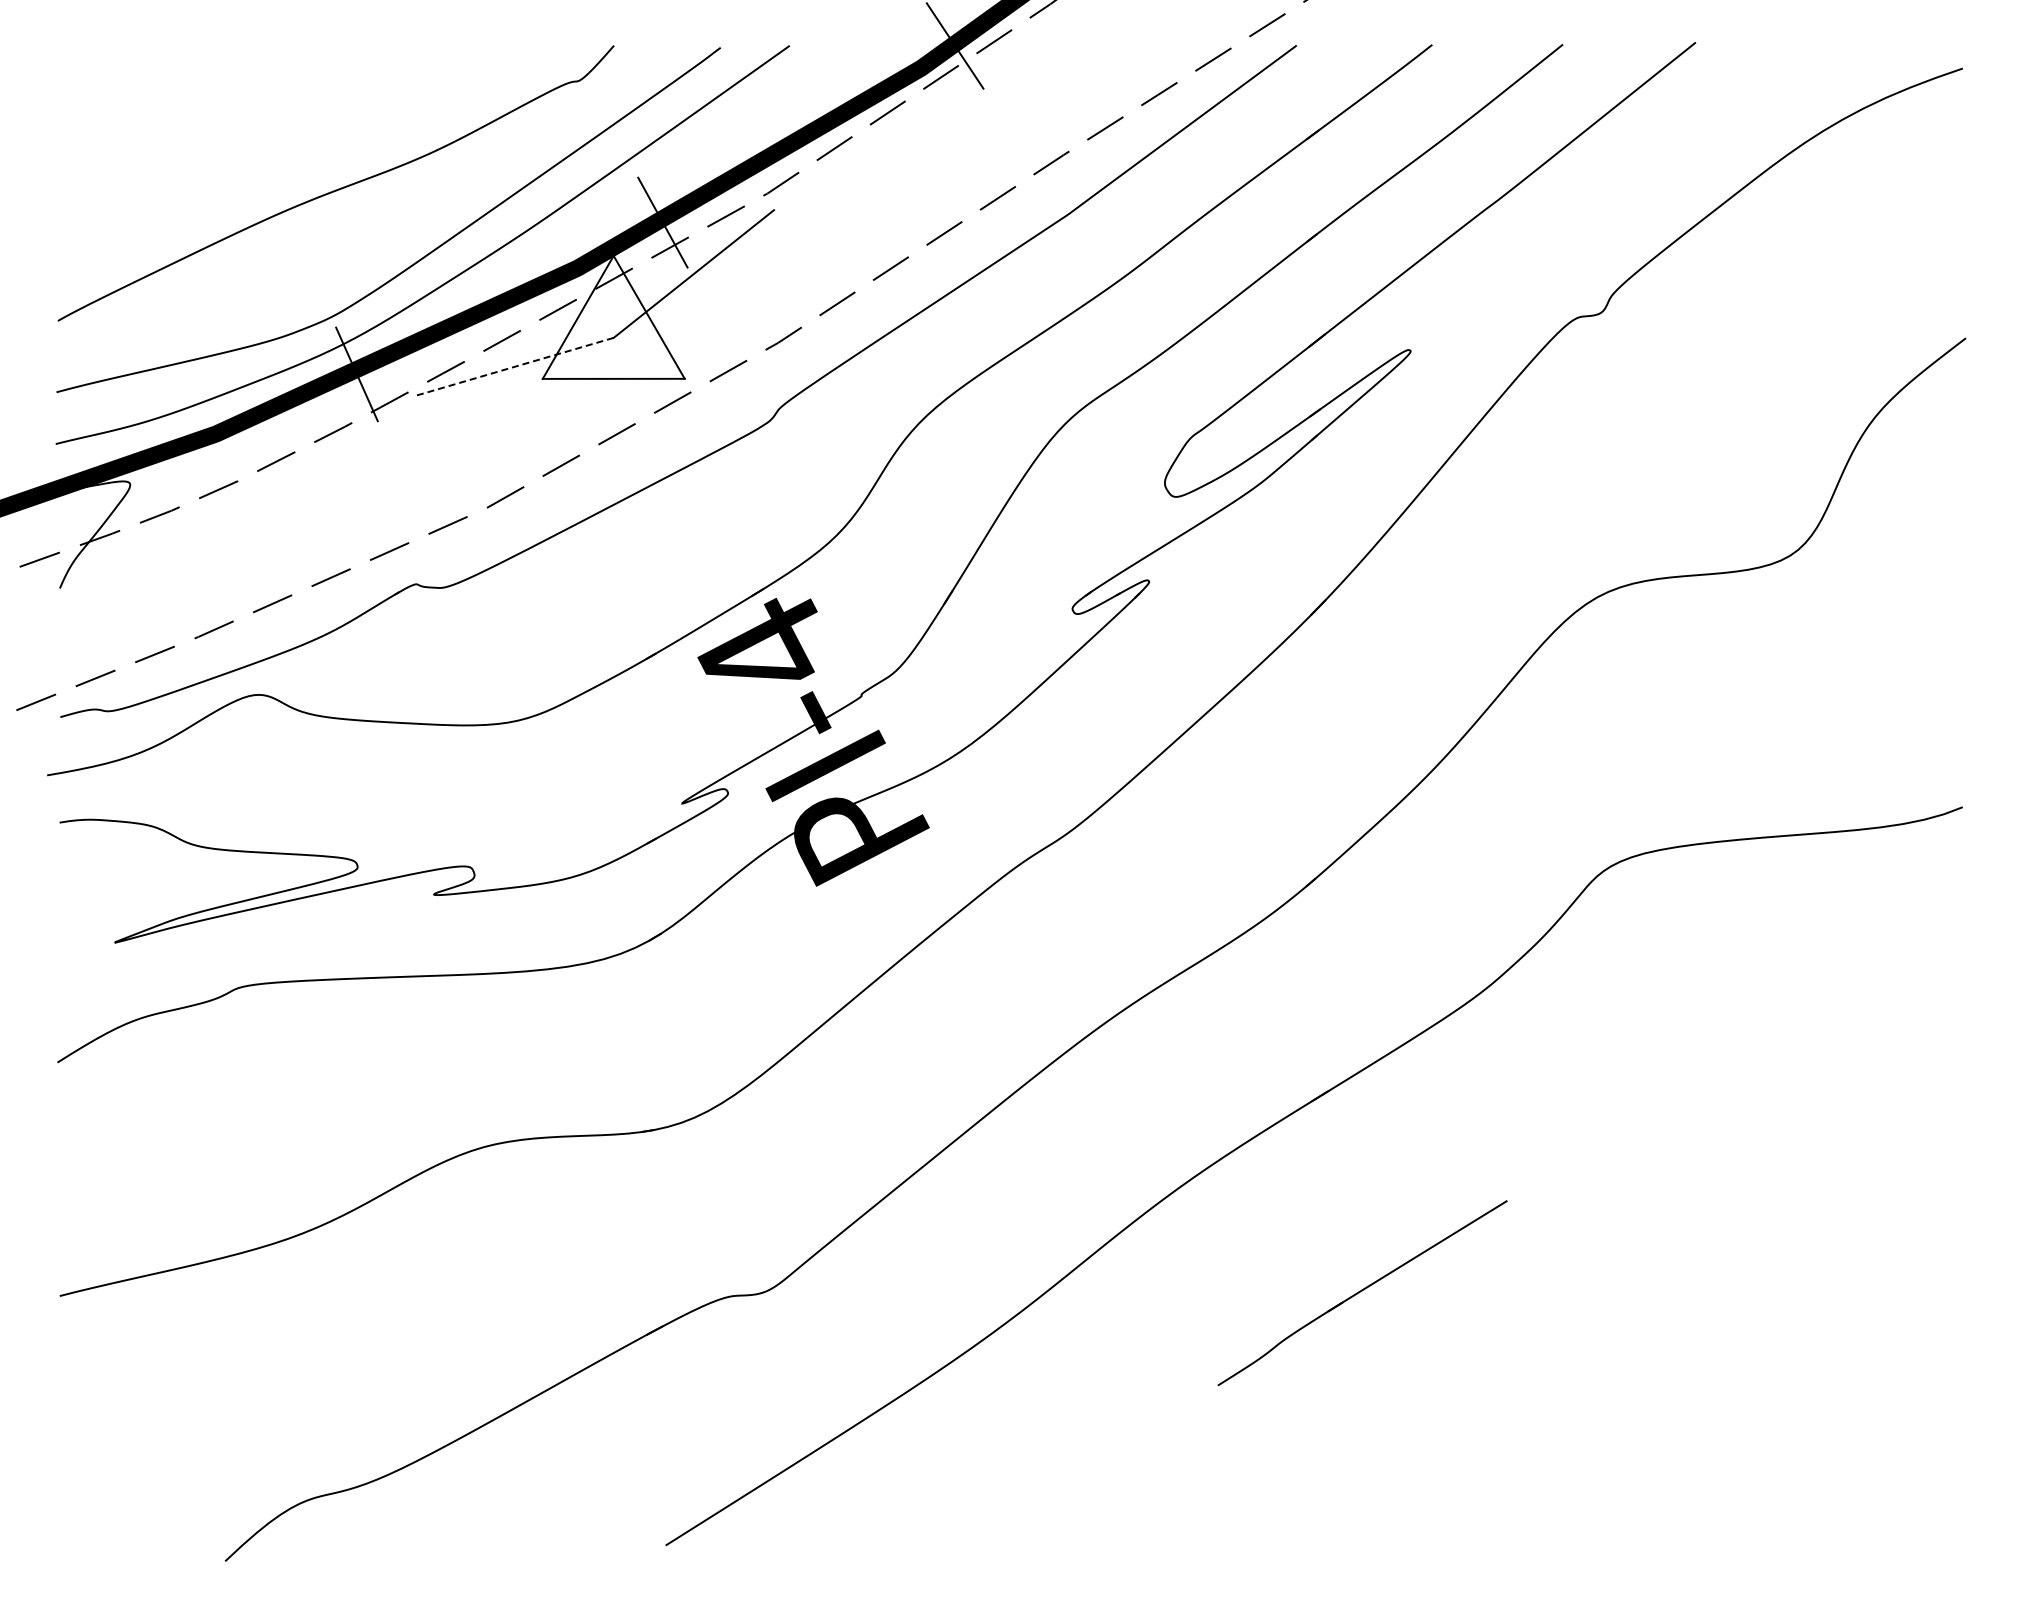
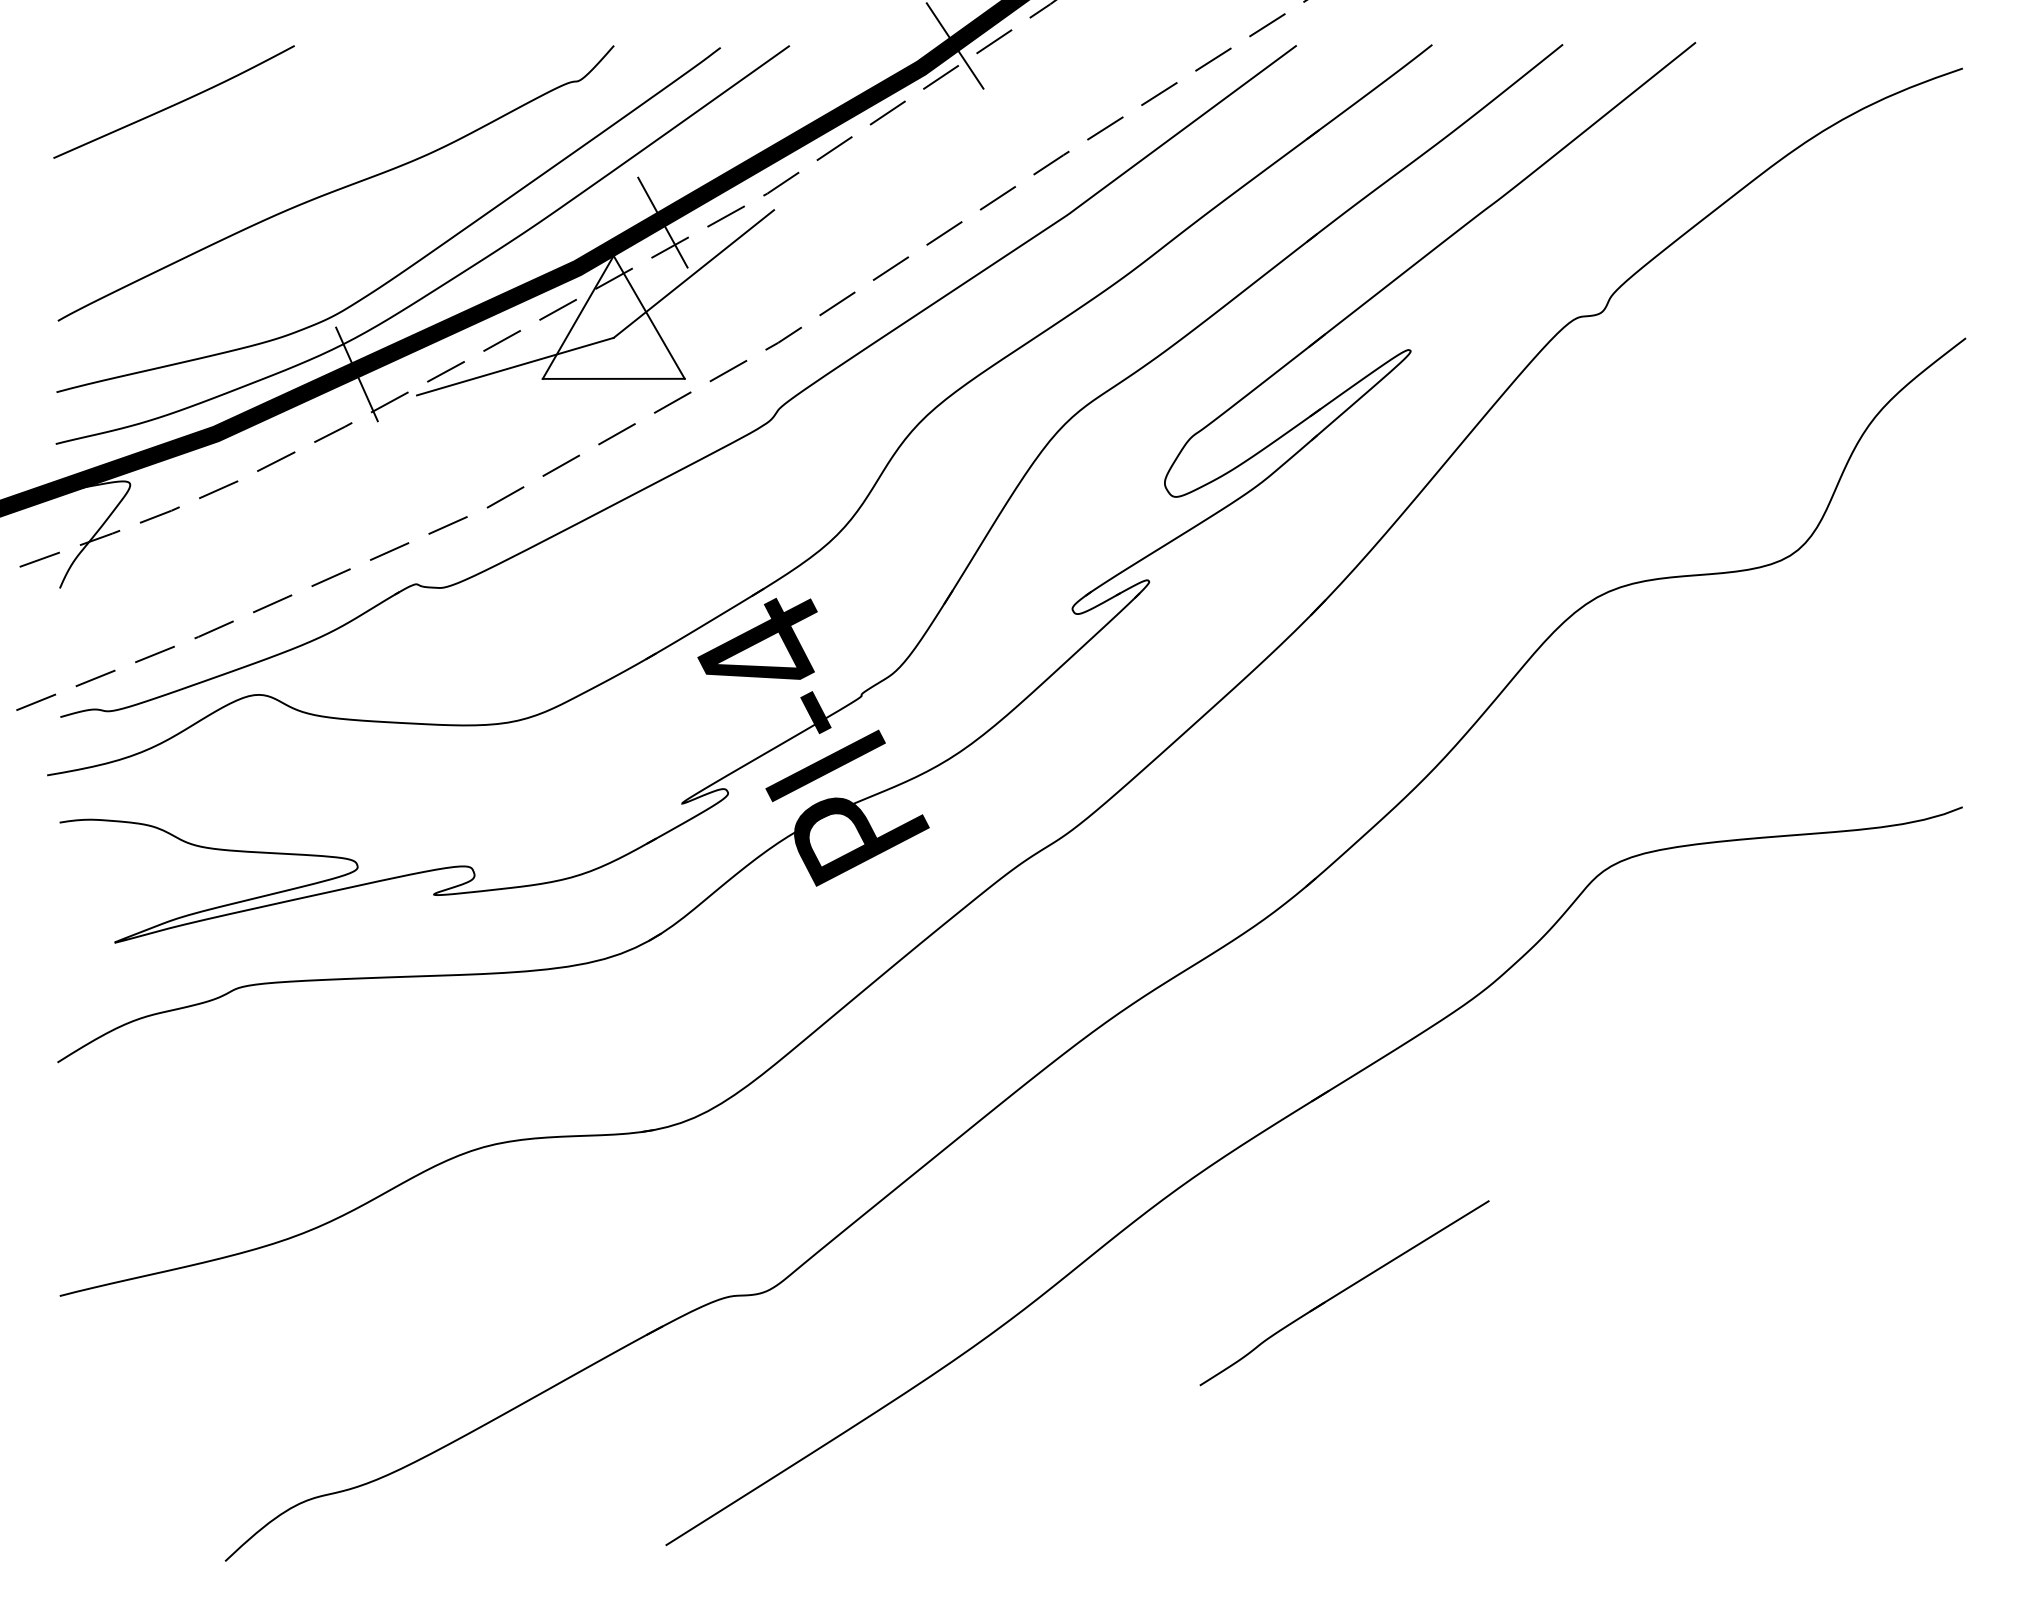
curve at (175, 103): none -> present
line at (514, 366): dashed -> solid
part at (1362, 1293) position: (1362, 1293) -> (1344, 1293)
